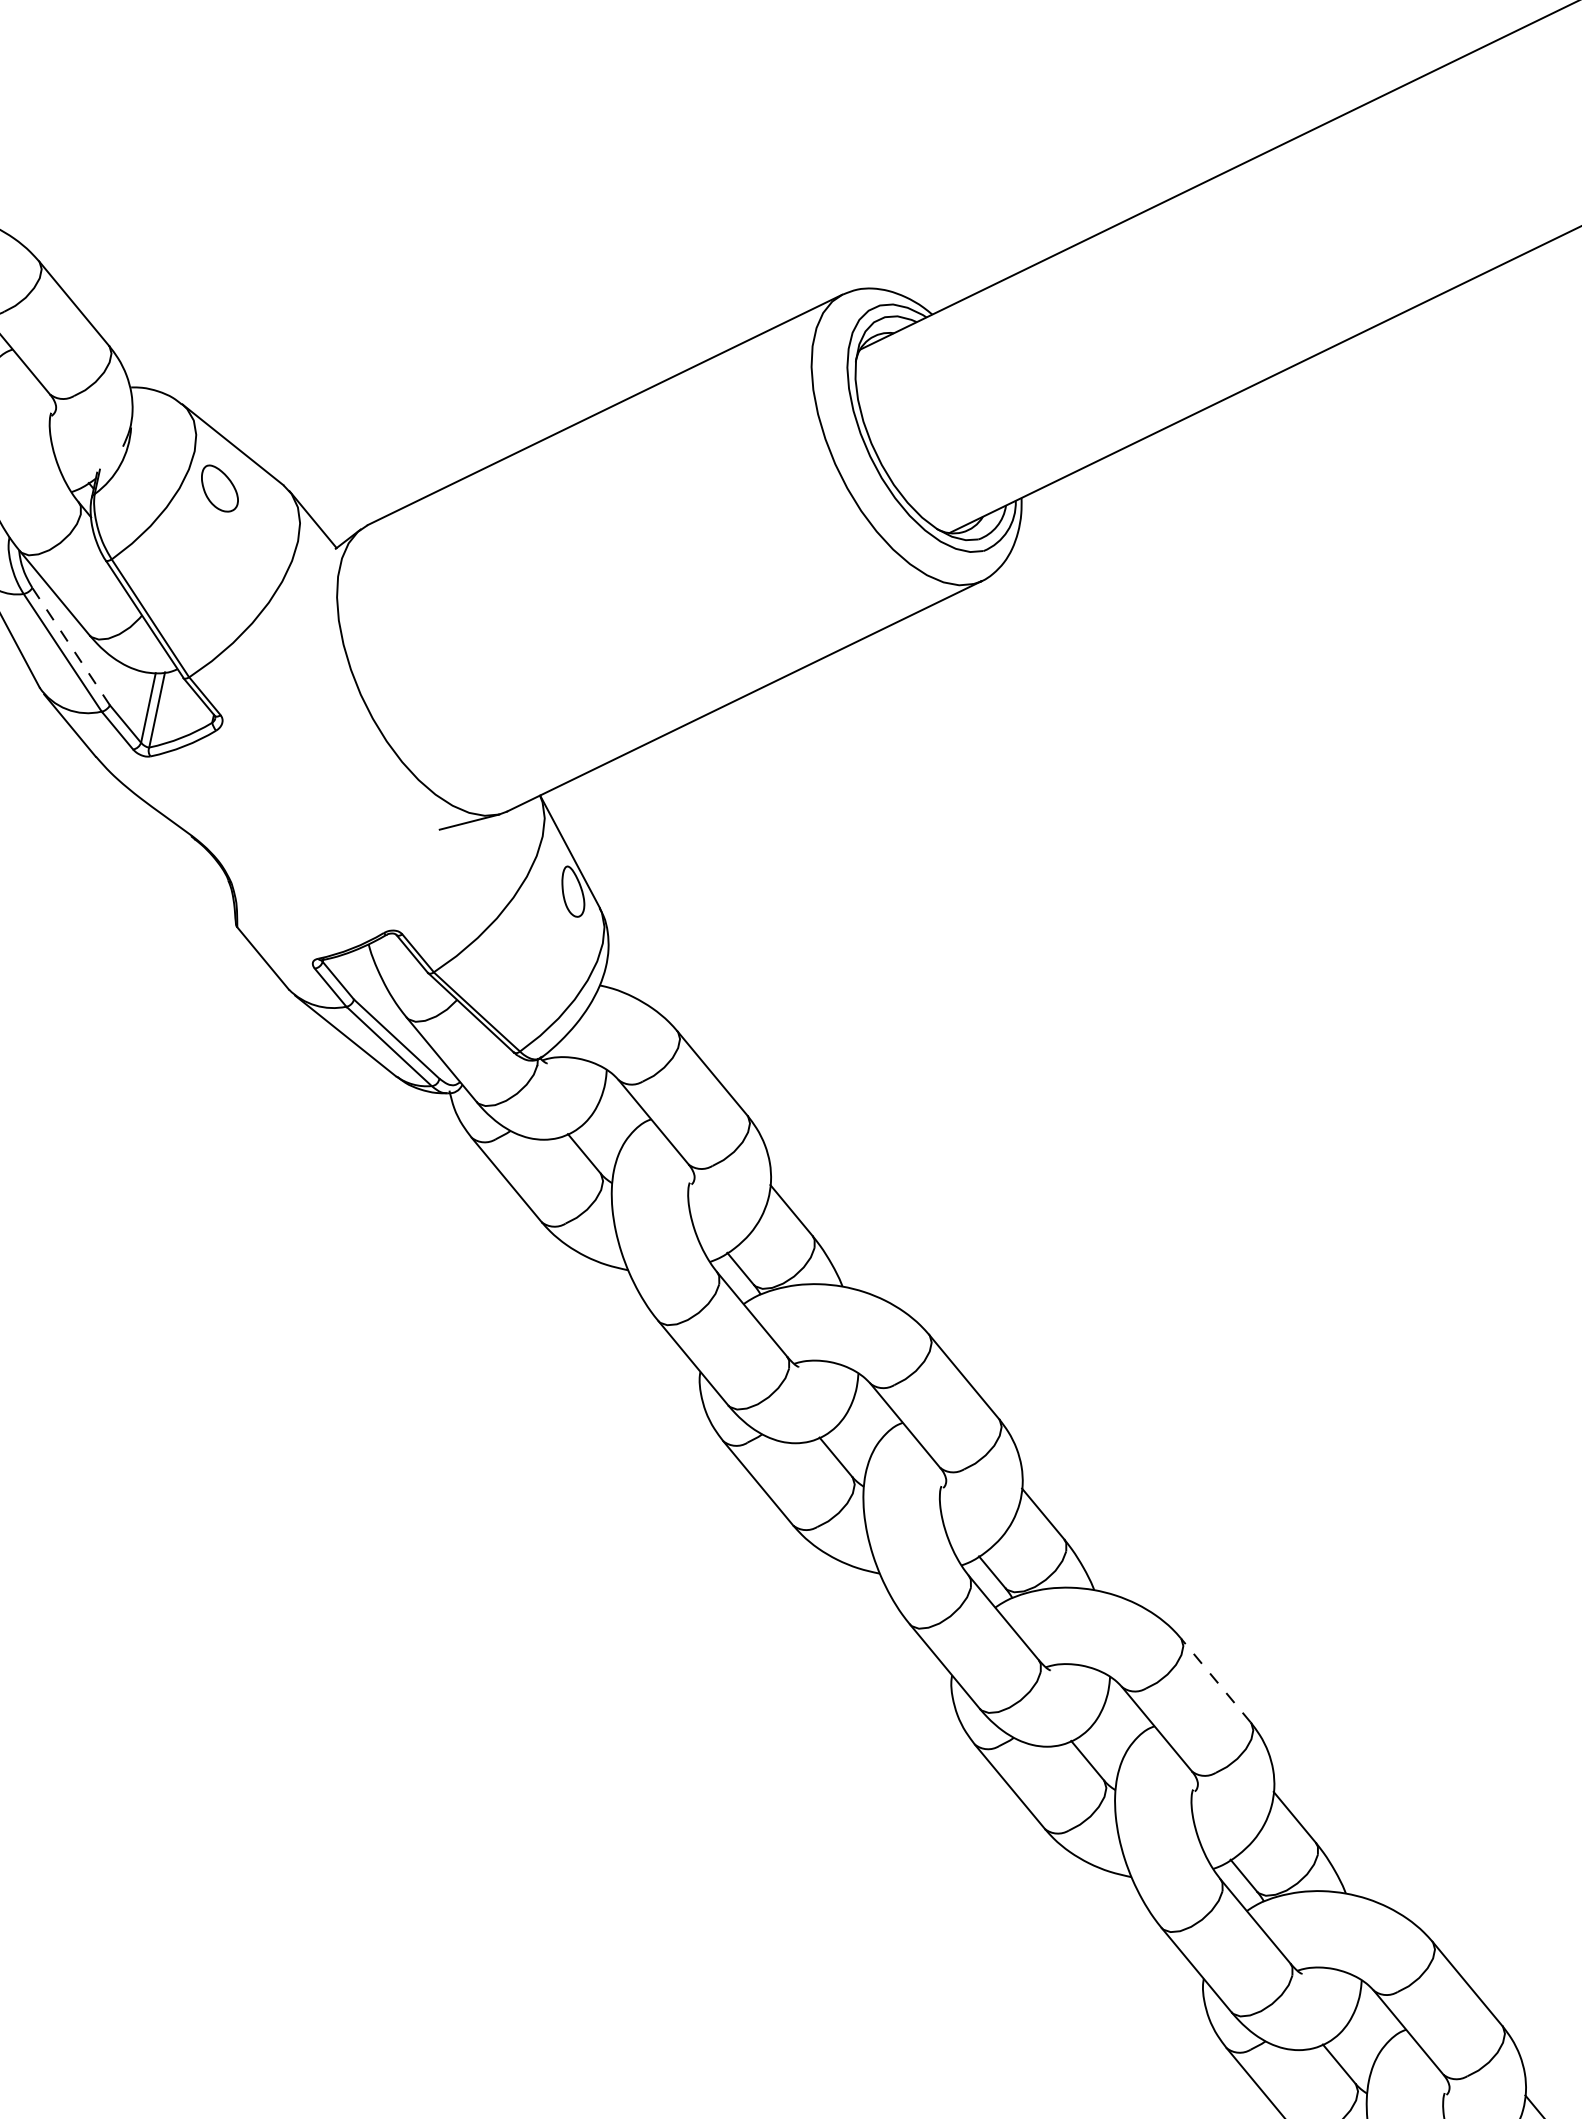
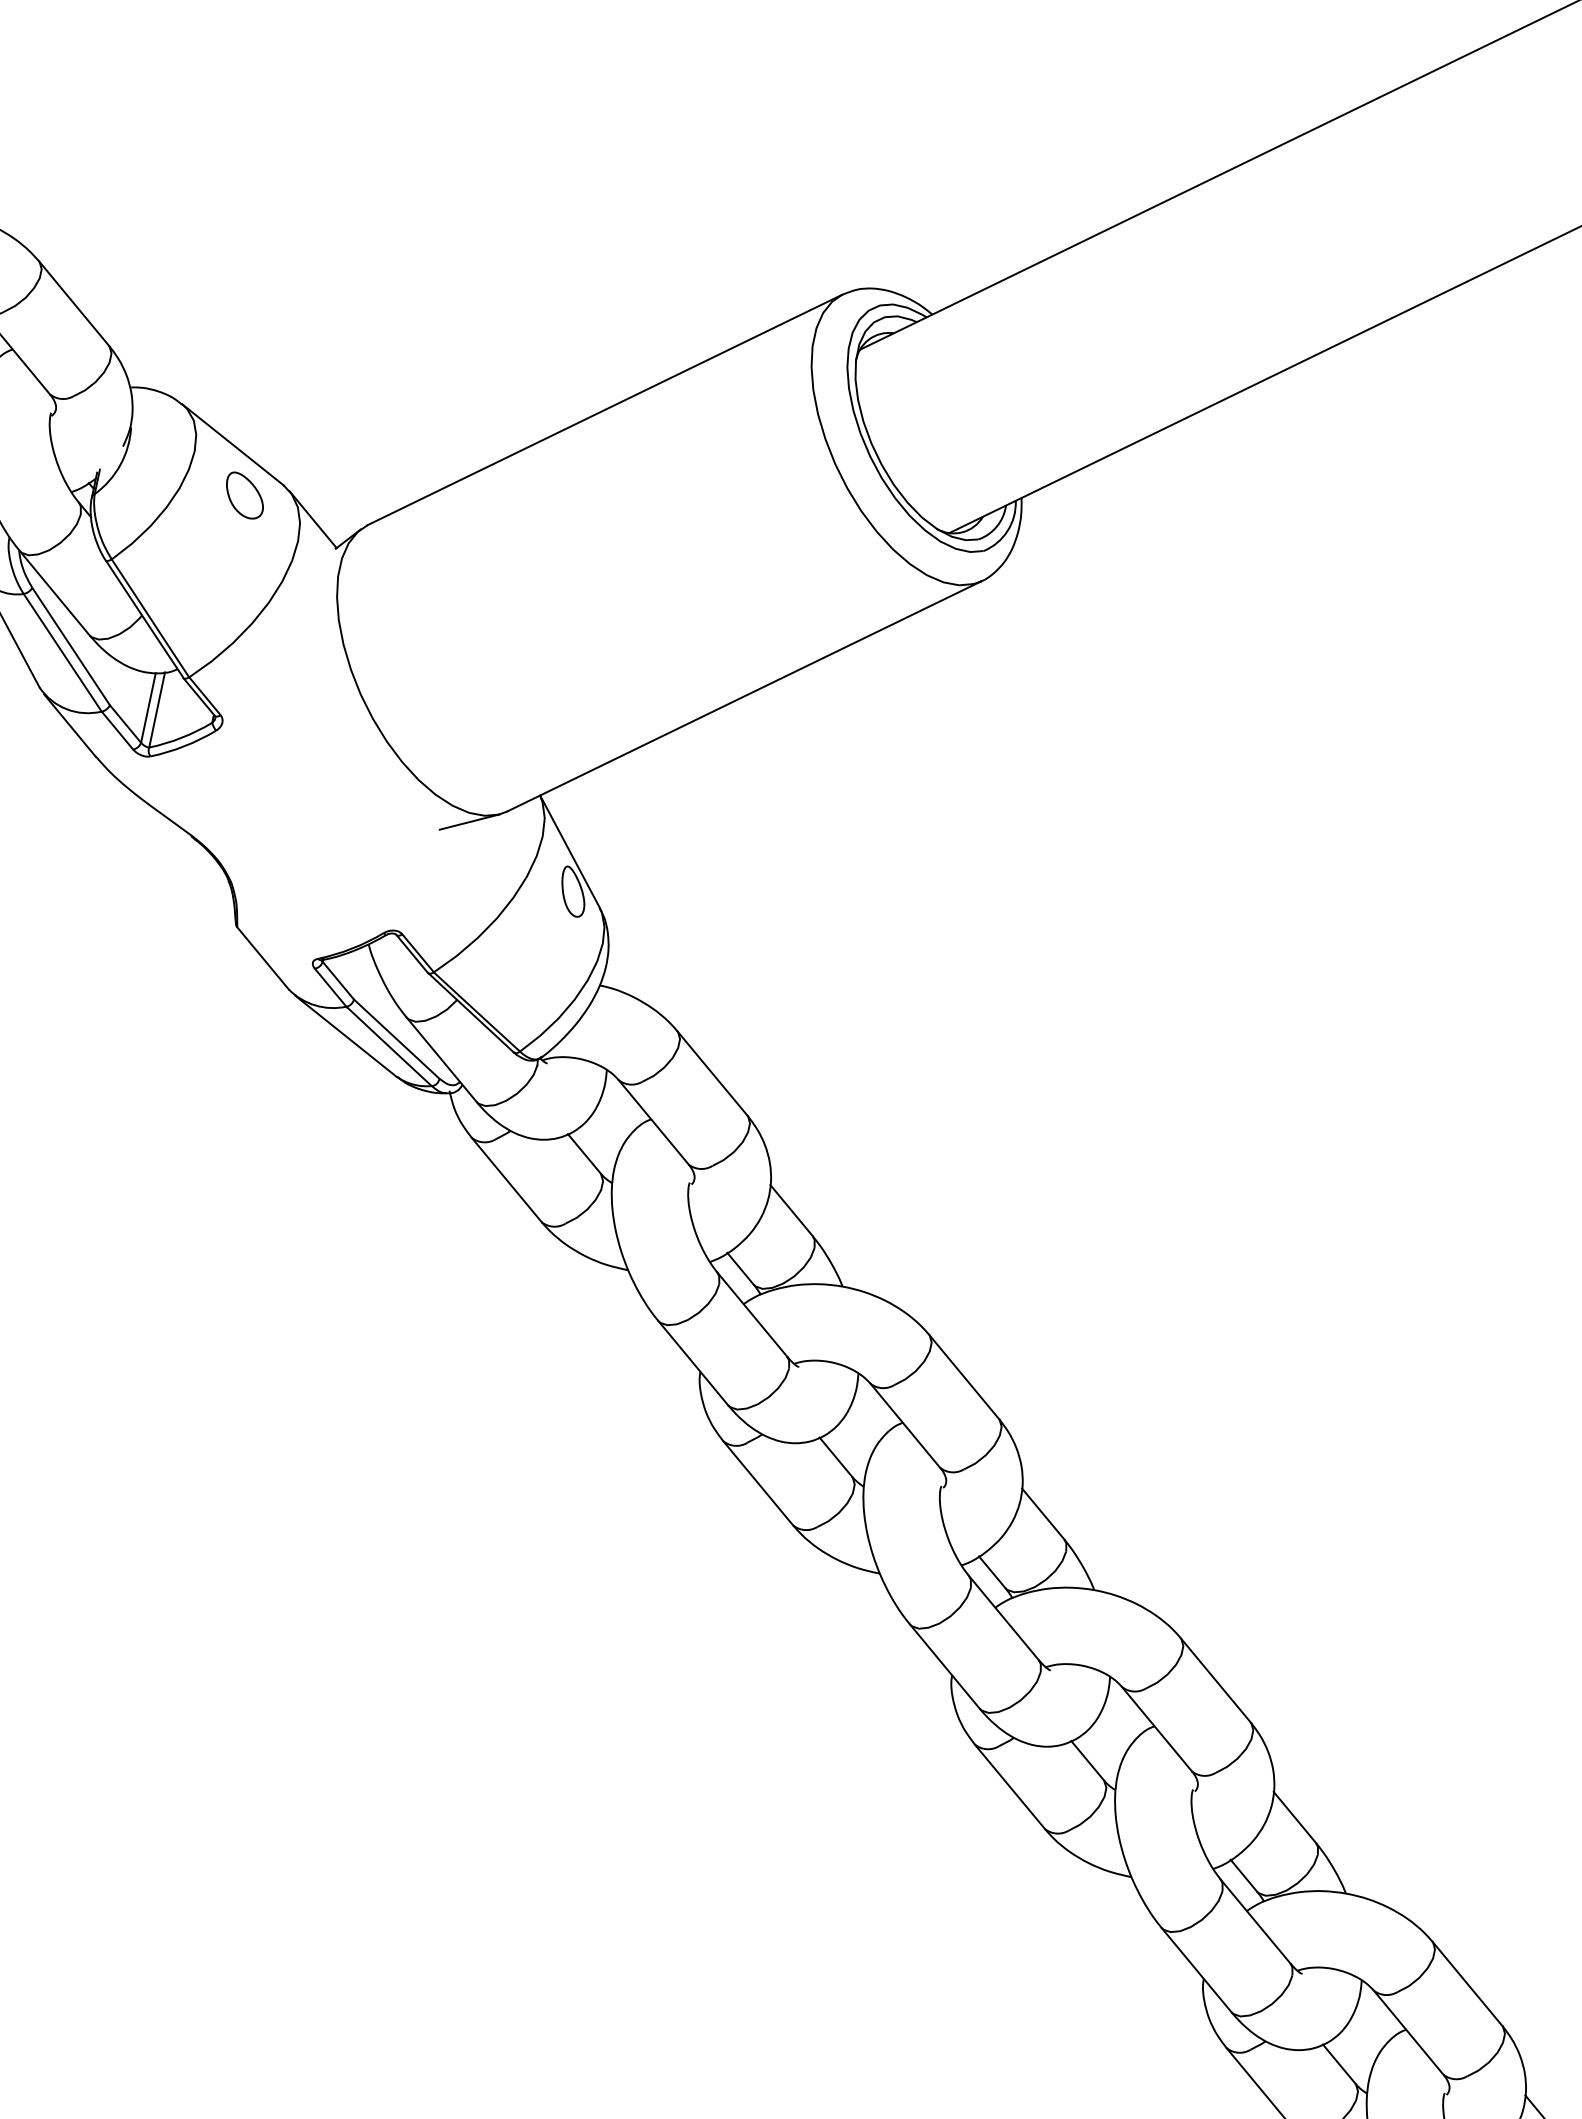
part at (219, 488) position: (219, 488) -> (244, 495)
line at (70, 646): dashed -> solid
line at (1215, 1680): dashed -> solid
